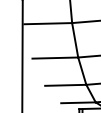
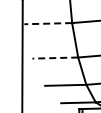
line at (48, 23): solid -> dashed
line at (55, 58): solid -> dashed
